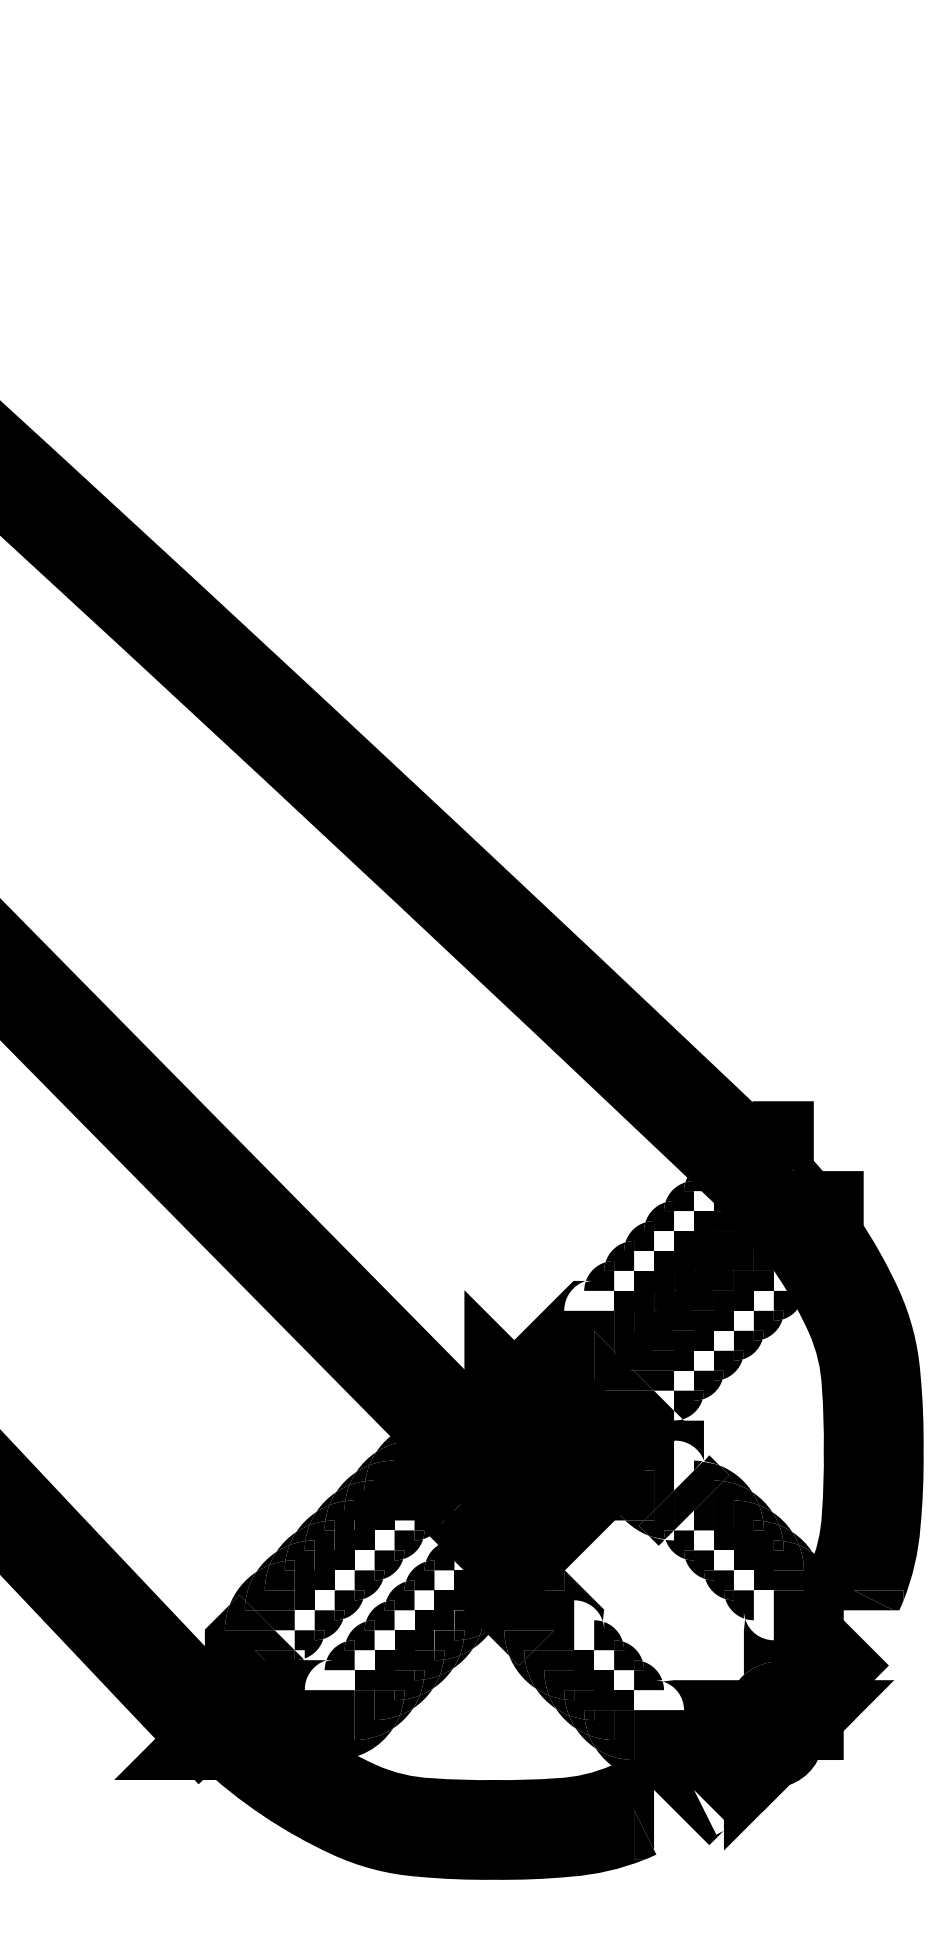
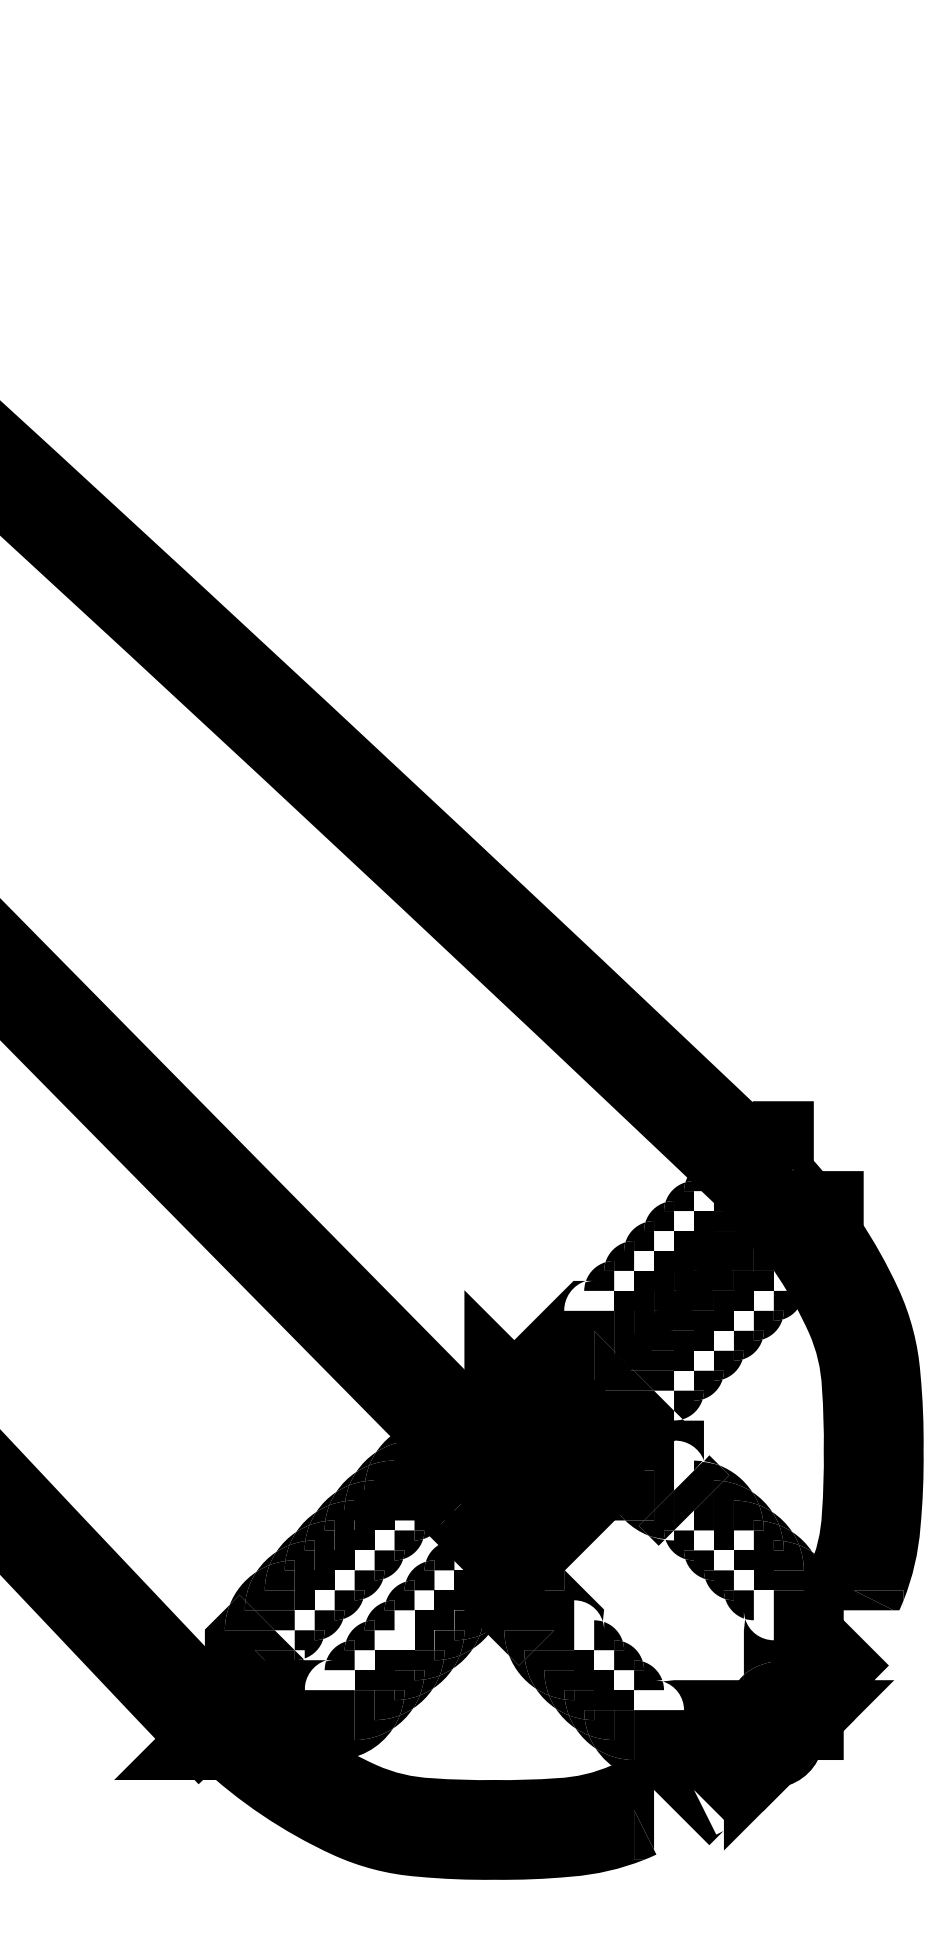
fill at (743, 1540): present -> none
fill at (404, 1640): present -> none
